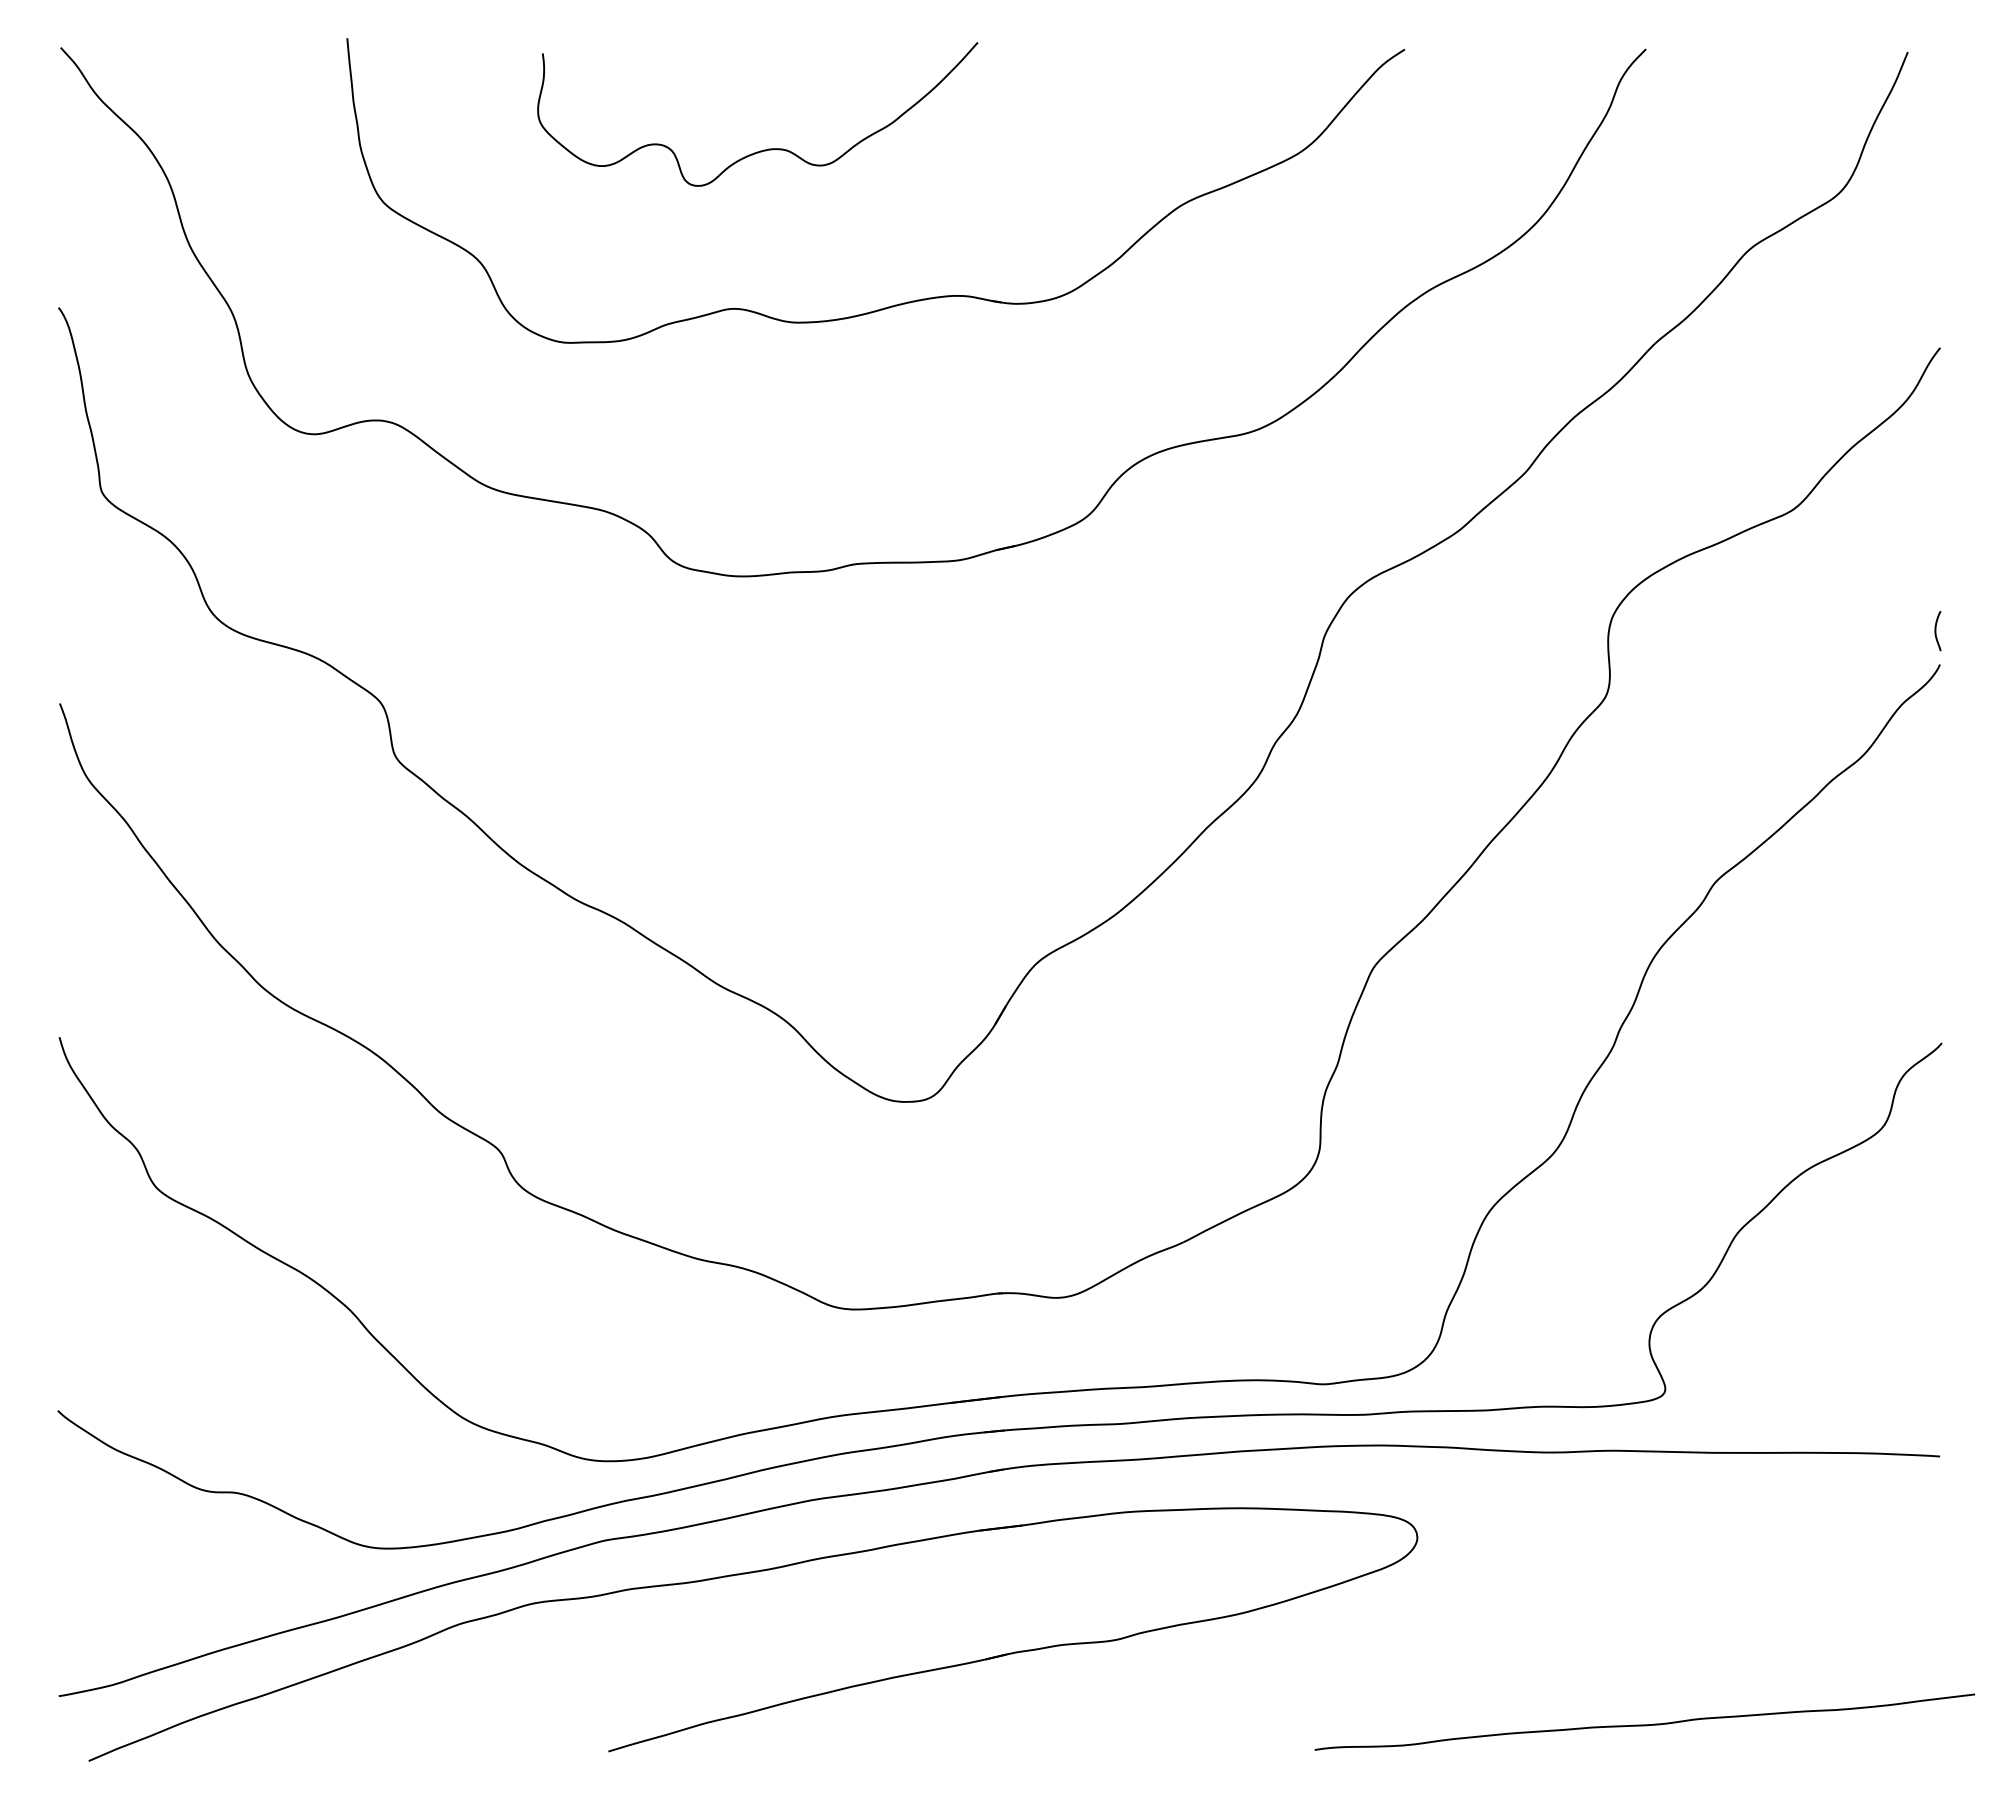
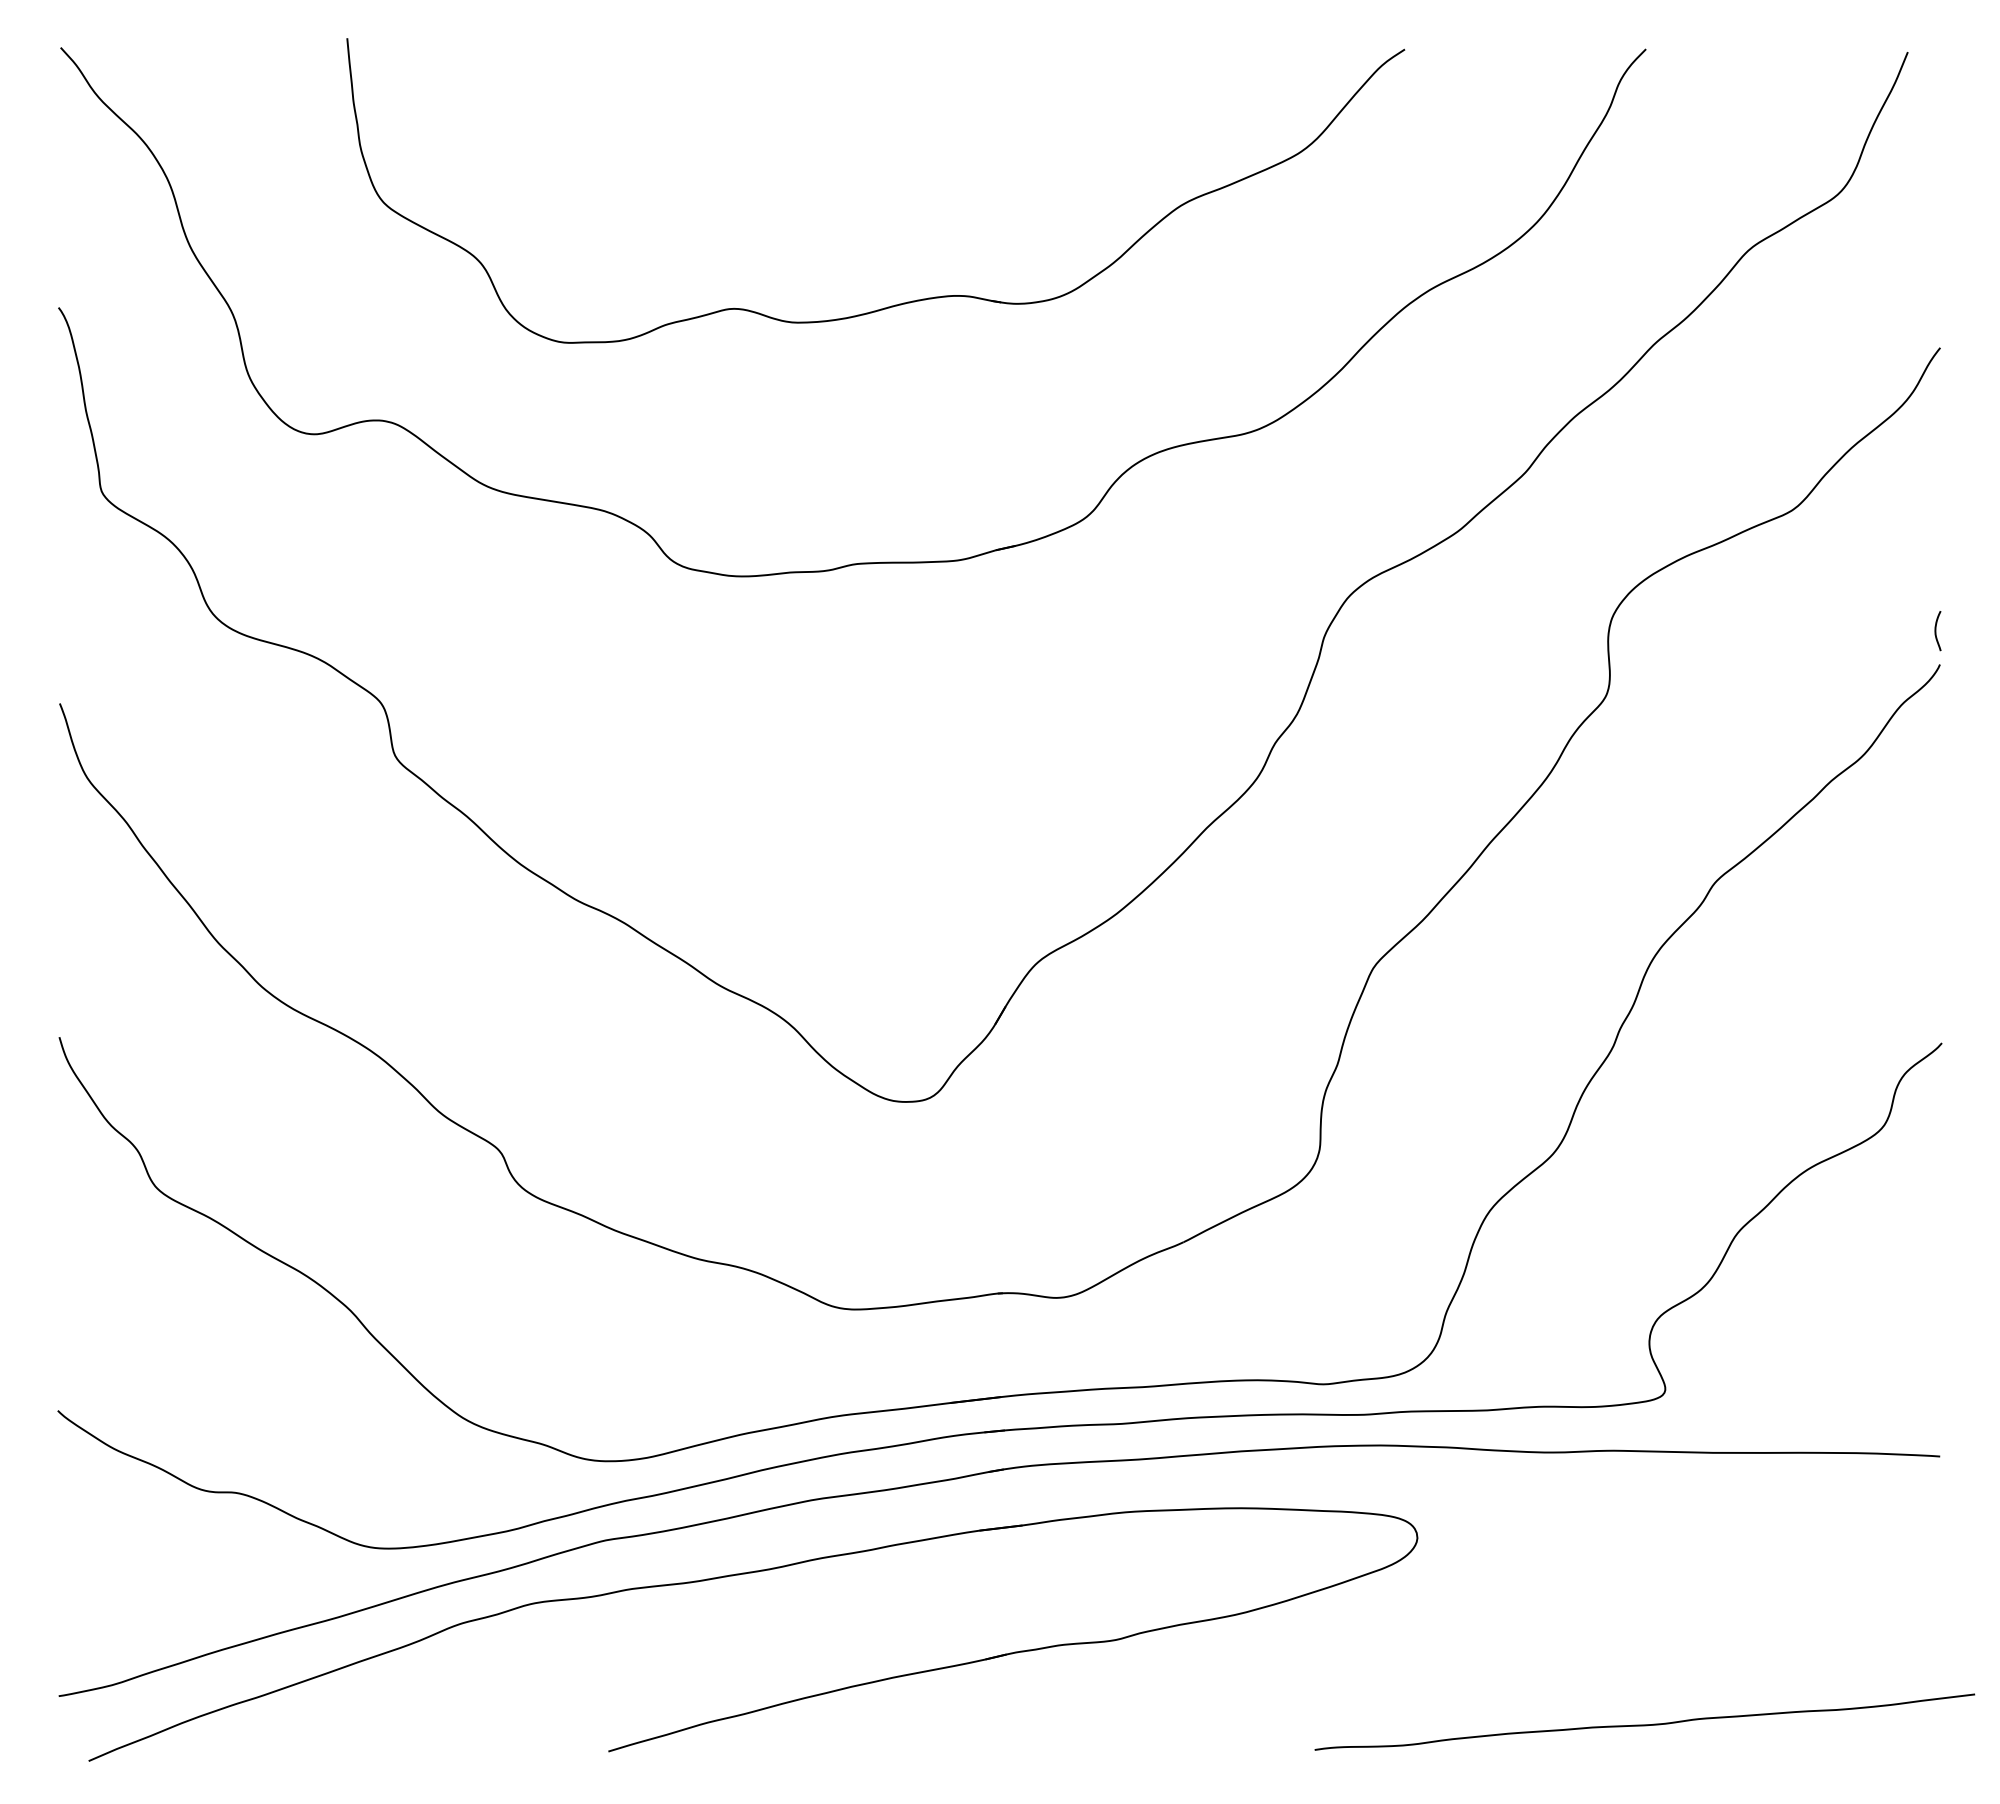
curve at (763, 149): present -> none
